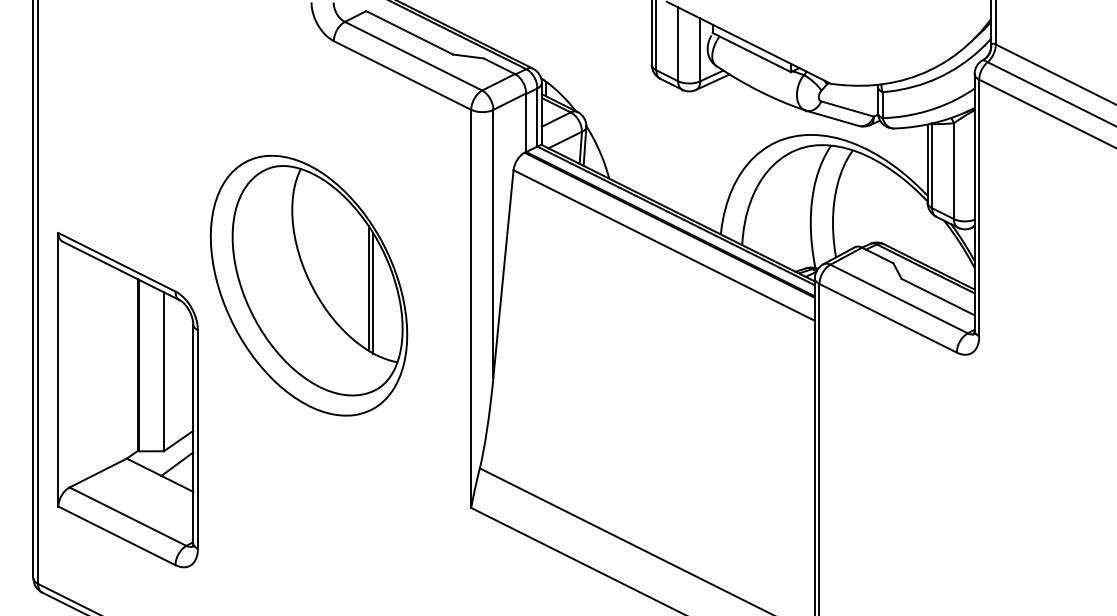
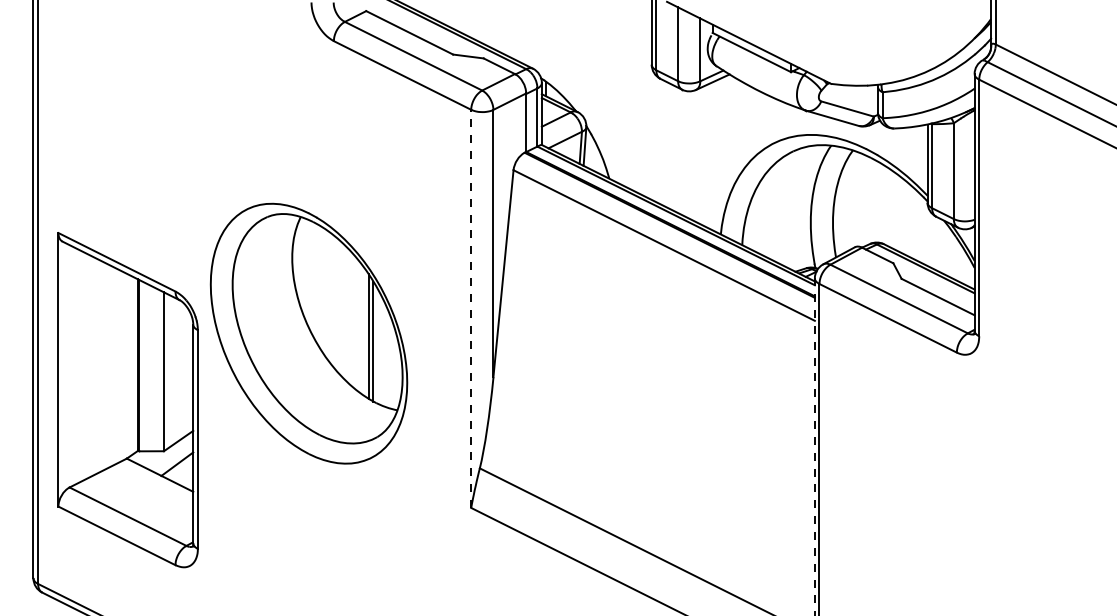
part at (308, 285) position: (308, 285) -> (308, 333)
line at (471, 308): solid -> dashed
line at (814, 447): solid -> dashed
